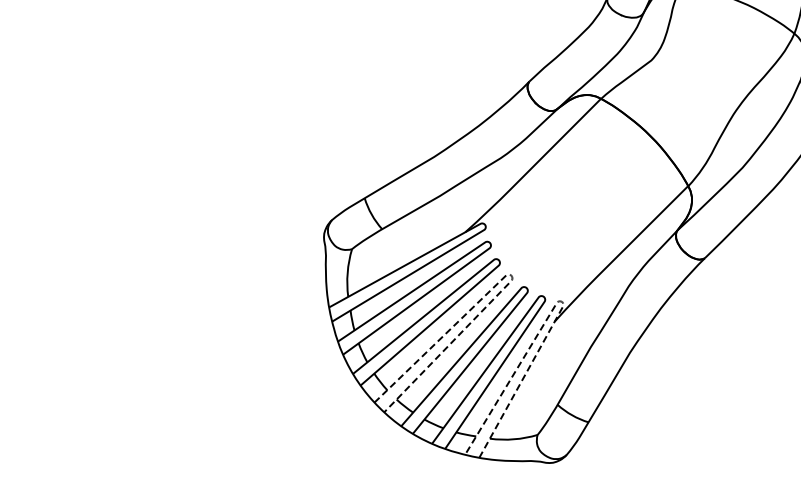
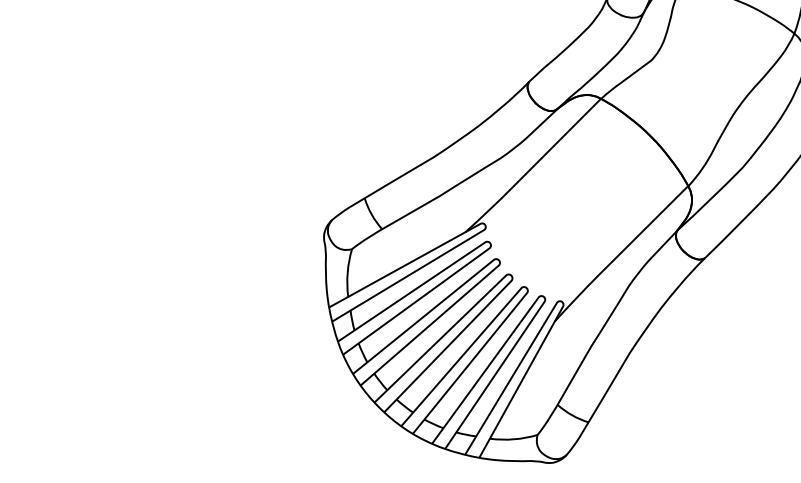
line at (511, 275): dashed -> solid
line at (560, 301): dashed -> solid
